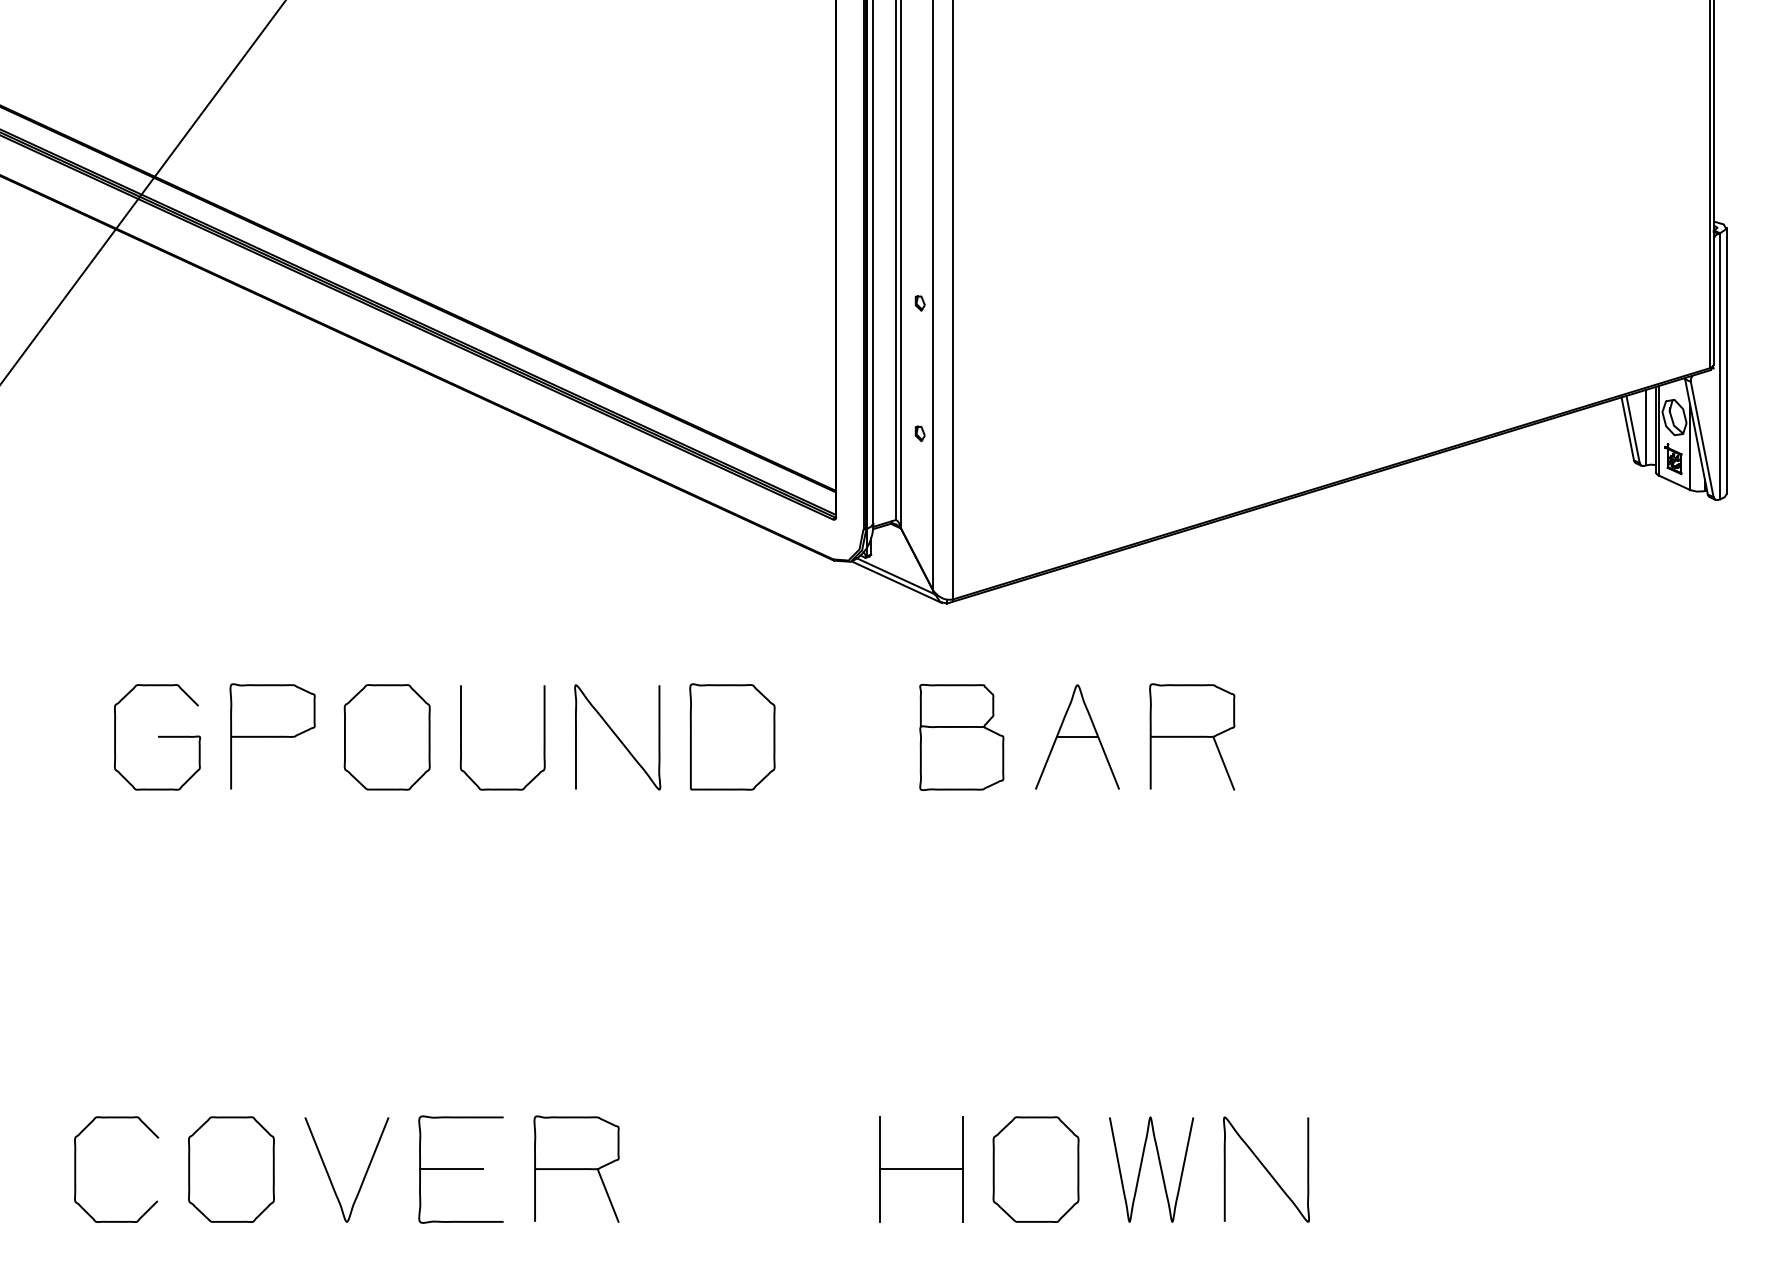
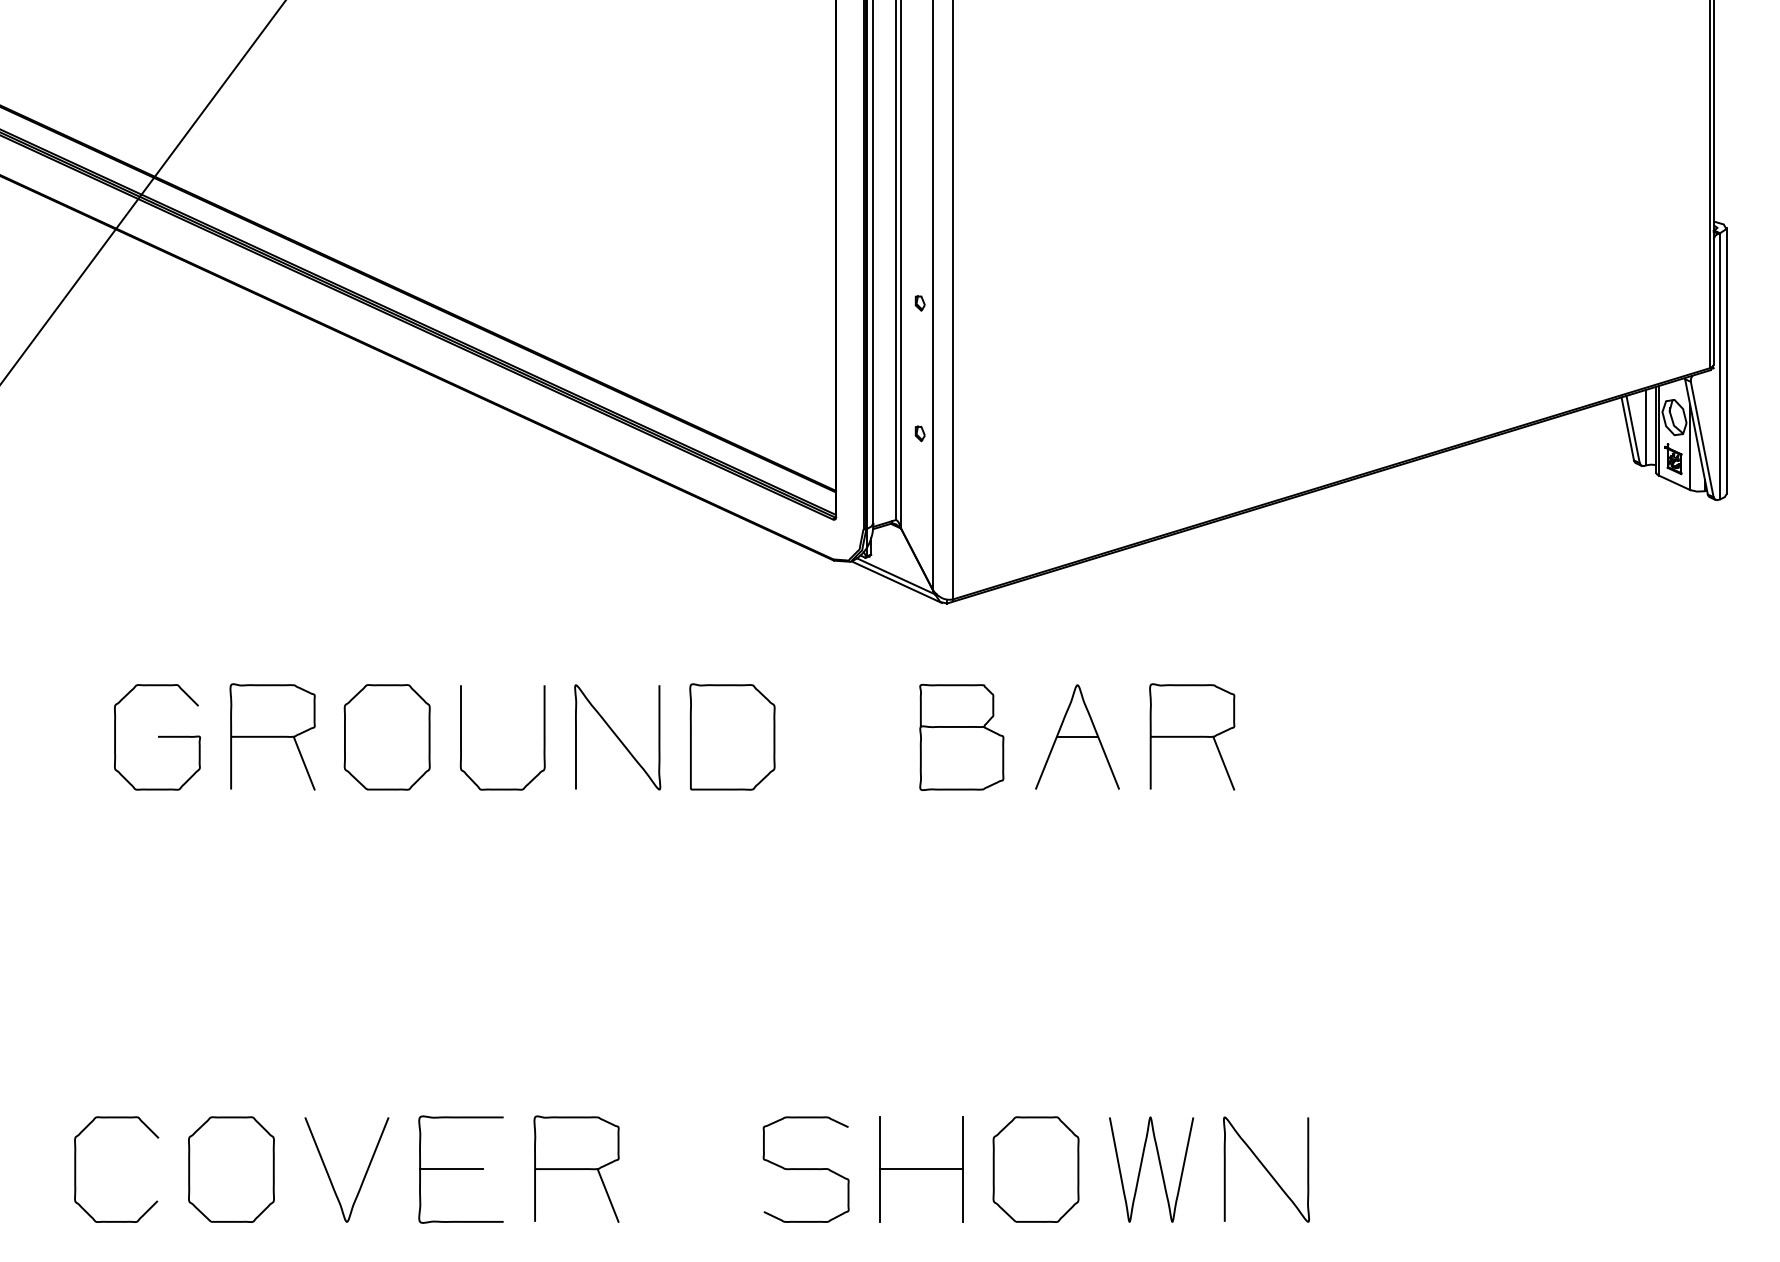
line at (303, 762): none -> present
curve at (805, 1169): none -> present
